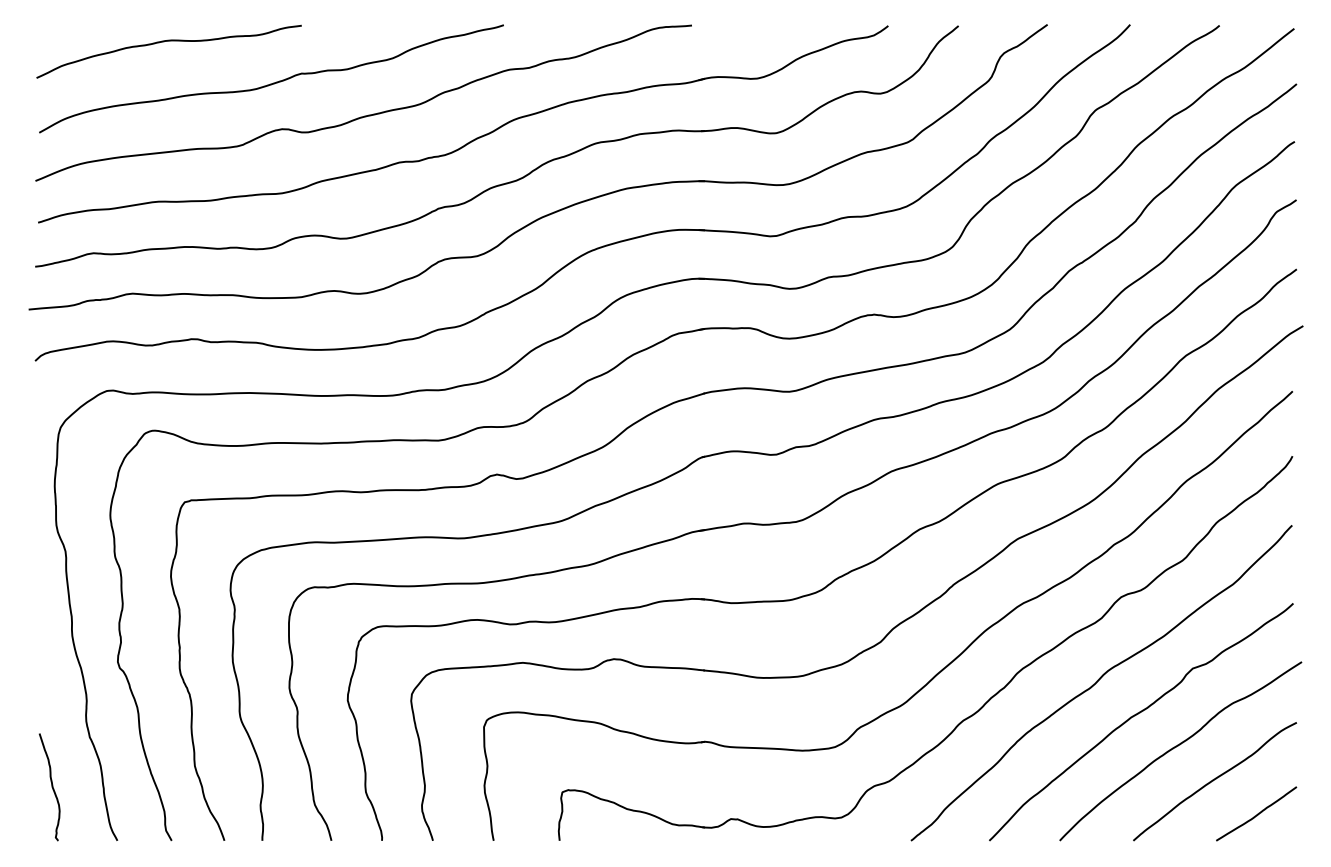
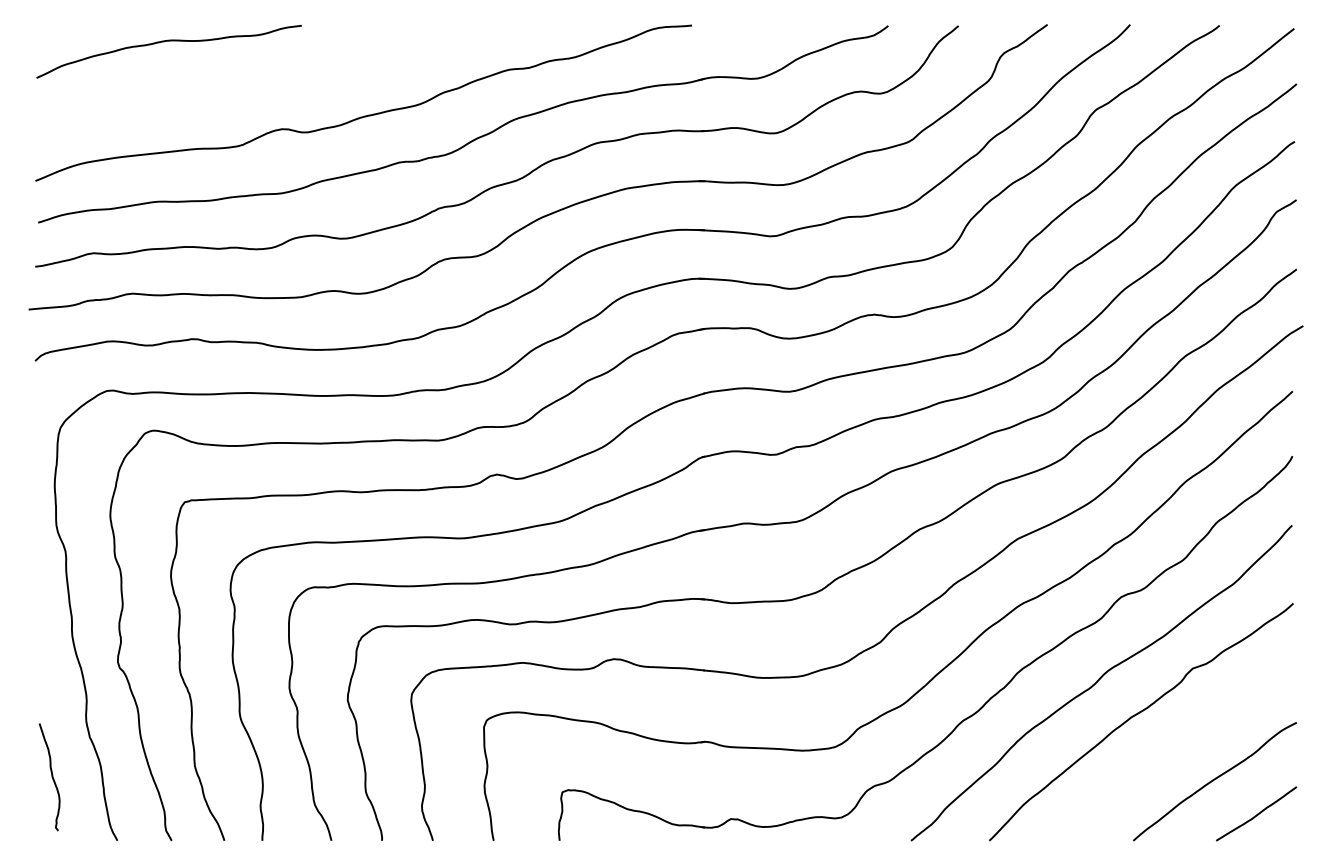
curve at (273, 82): present -> none
curve at (1178, 746): present -> none
curve at (51, 787) position: (51, 787) -> (51, 777)
